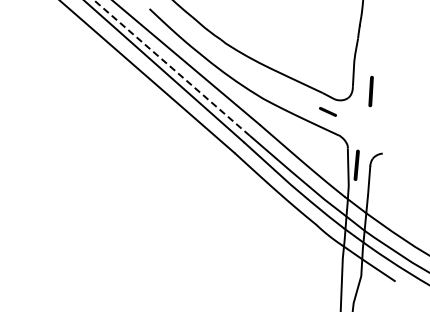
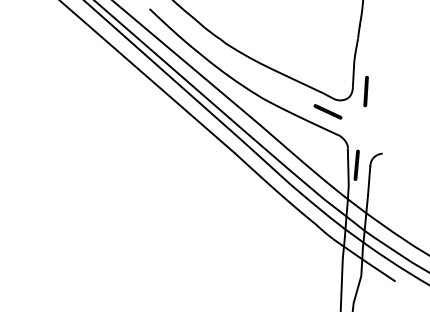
line at (171, 67): dashed -> solid
line at (370, 91) position: (370, 91) -> (365, 91)
part at (327, 111) size: 18x10 px -> 30x16 px
